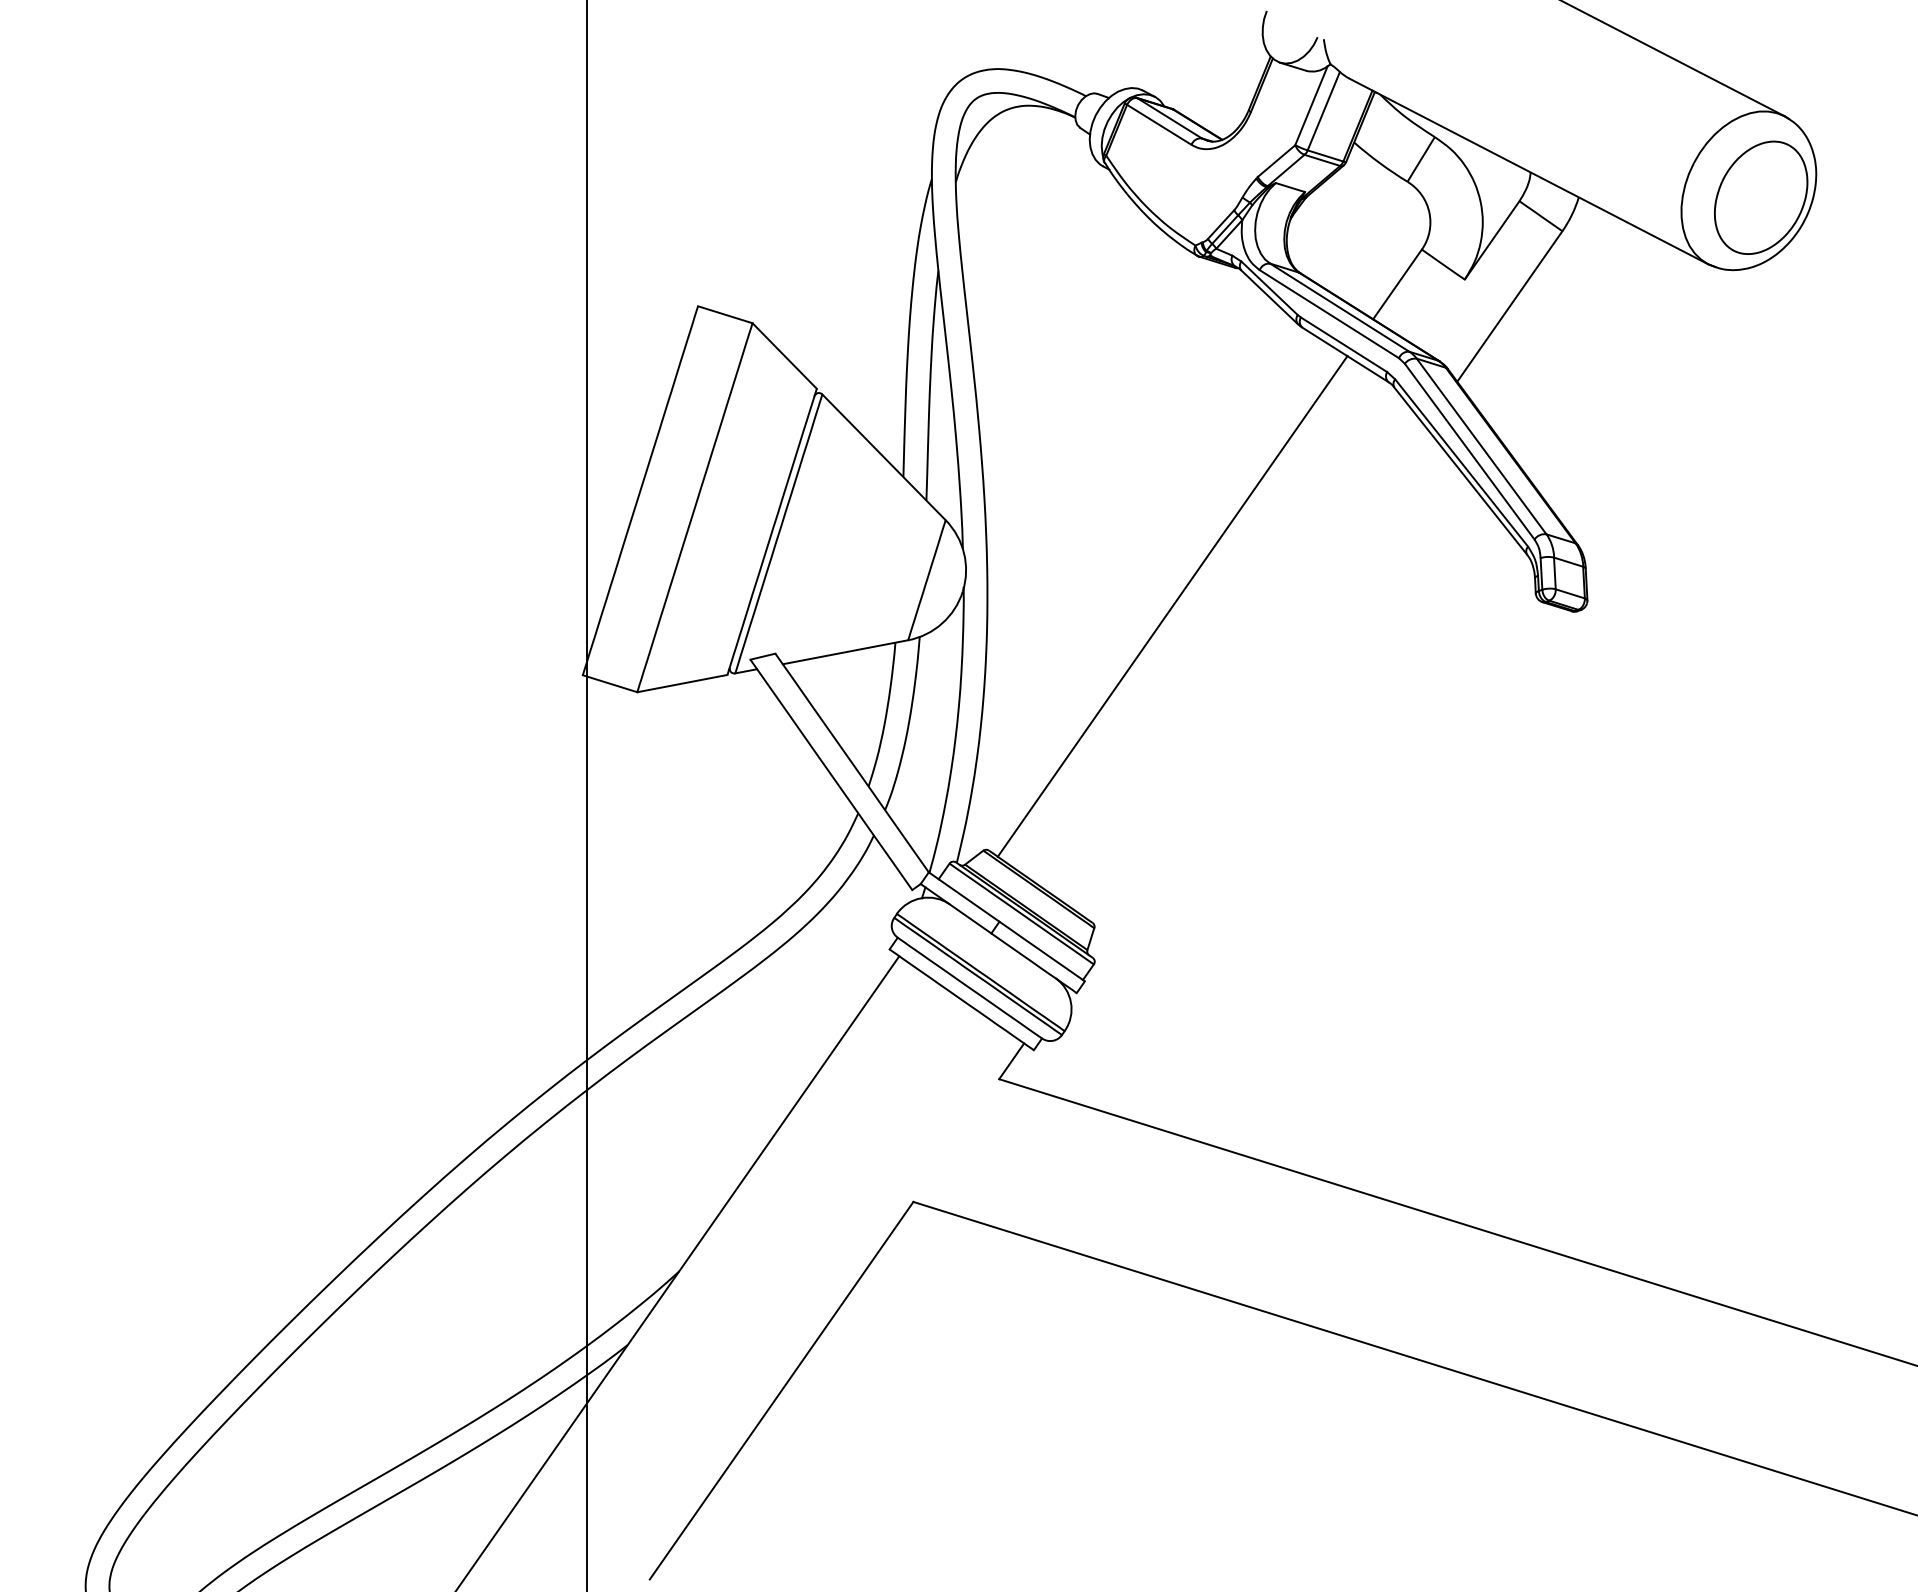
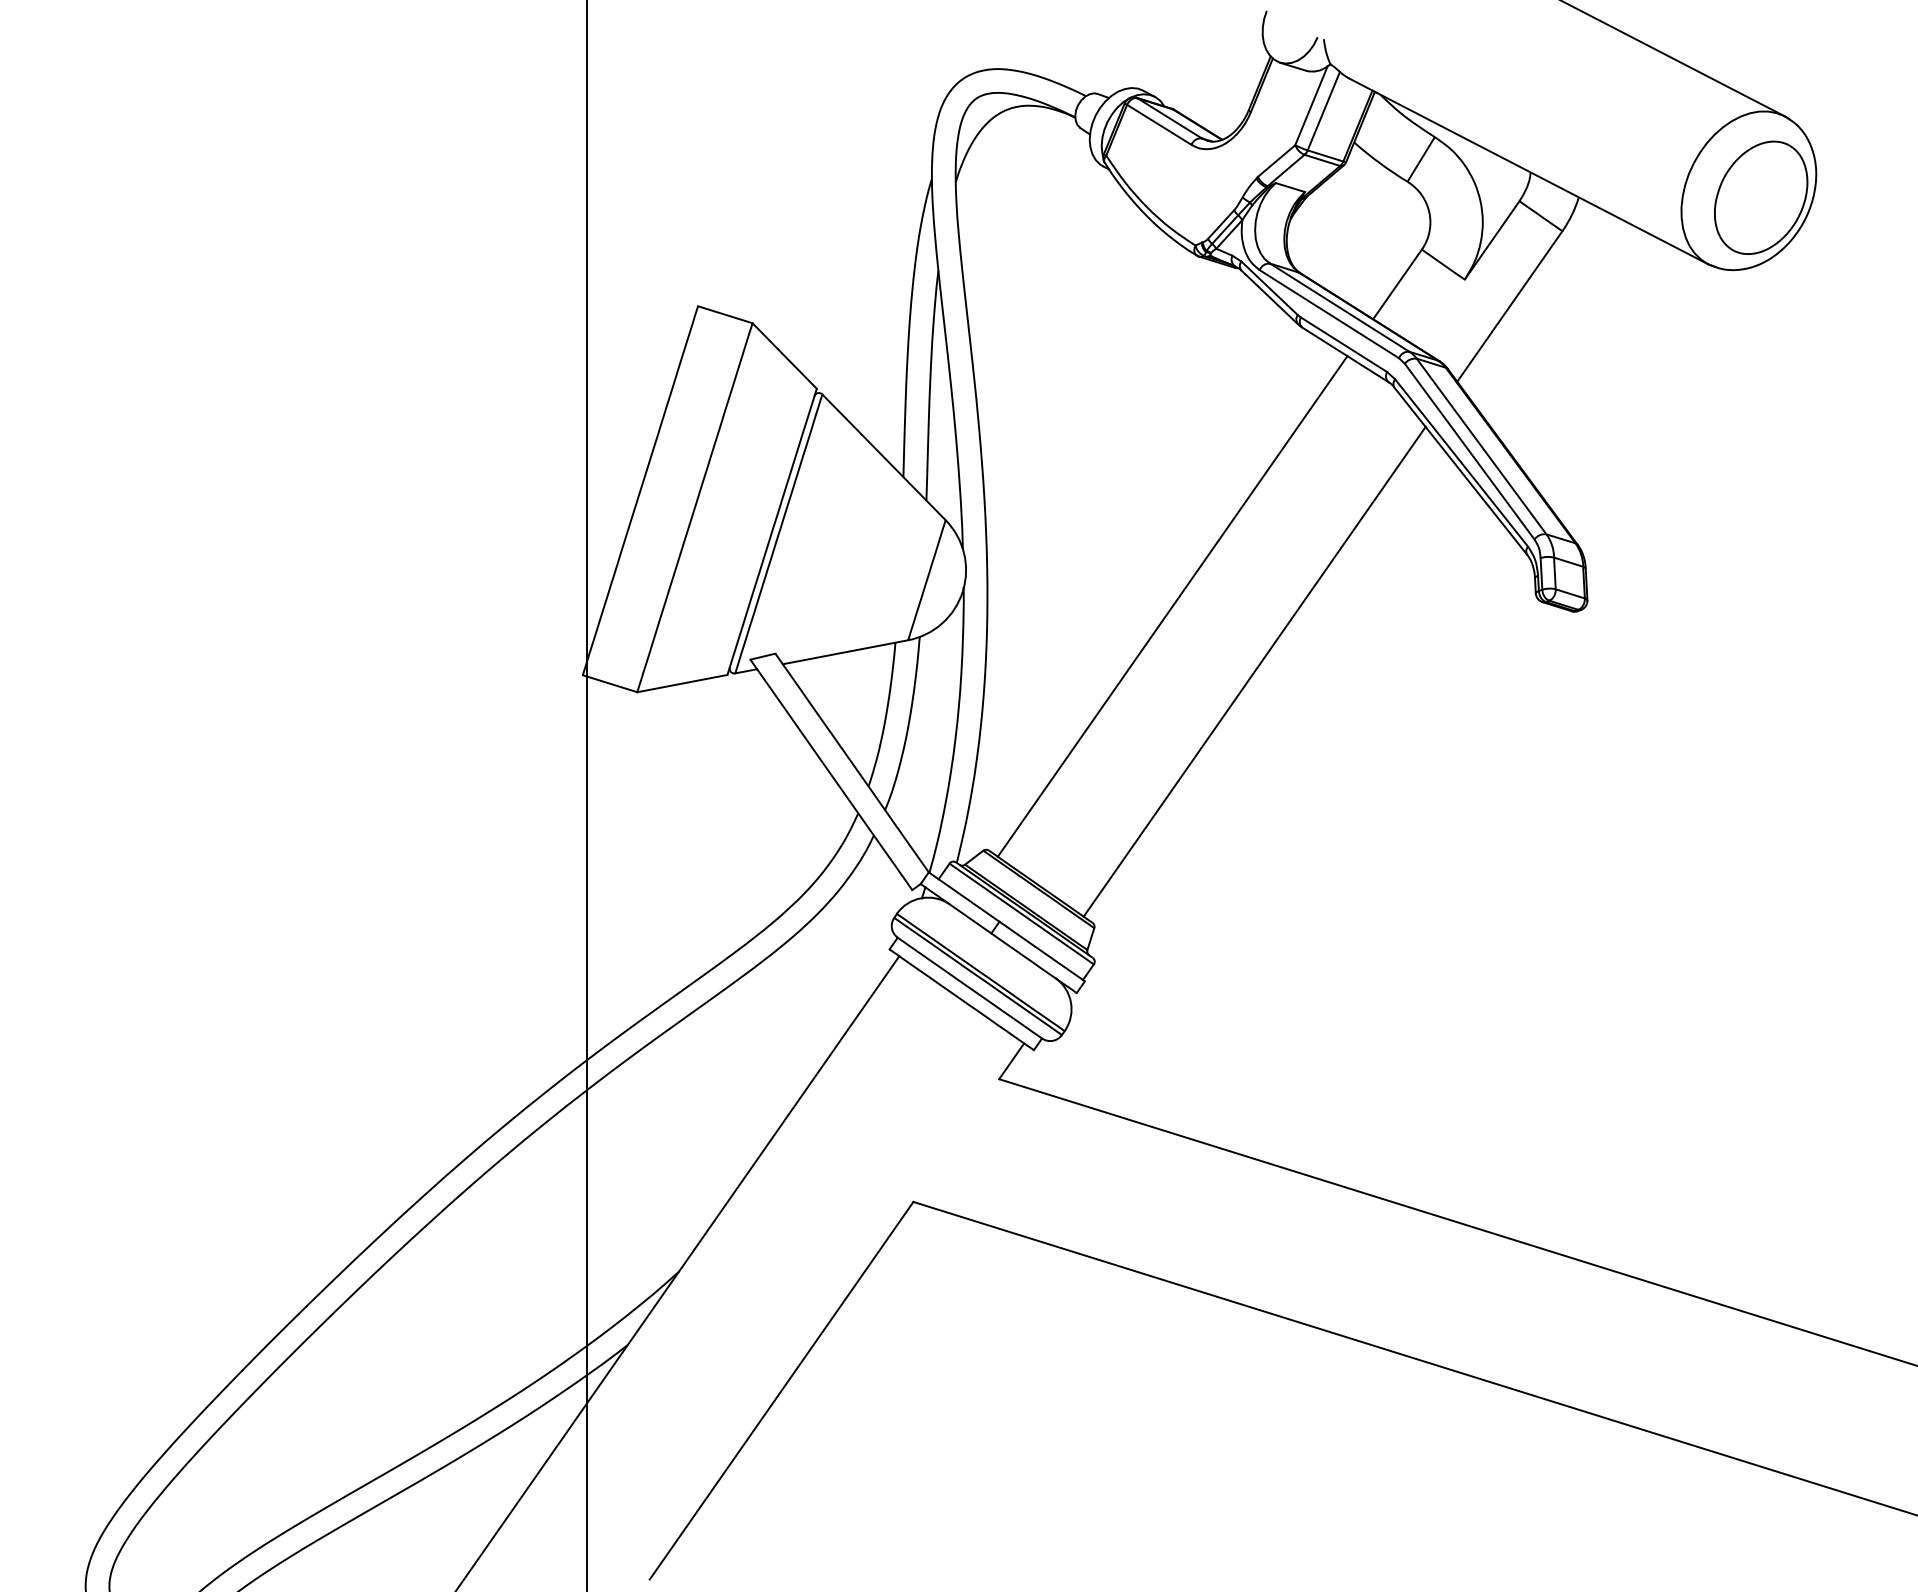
line at (1254, 671): none -> present
